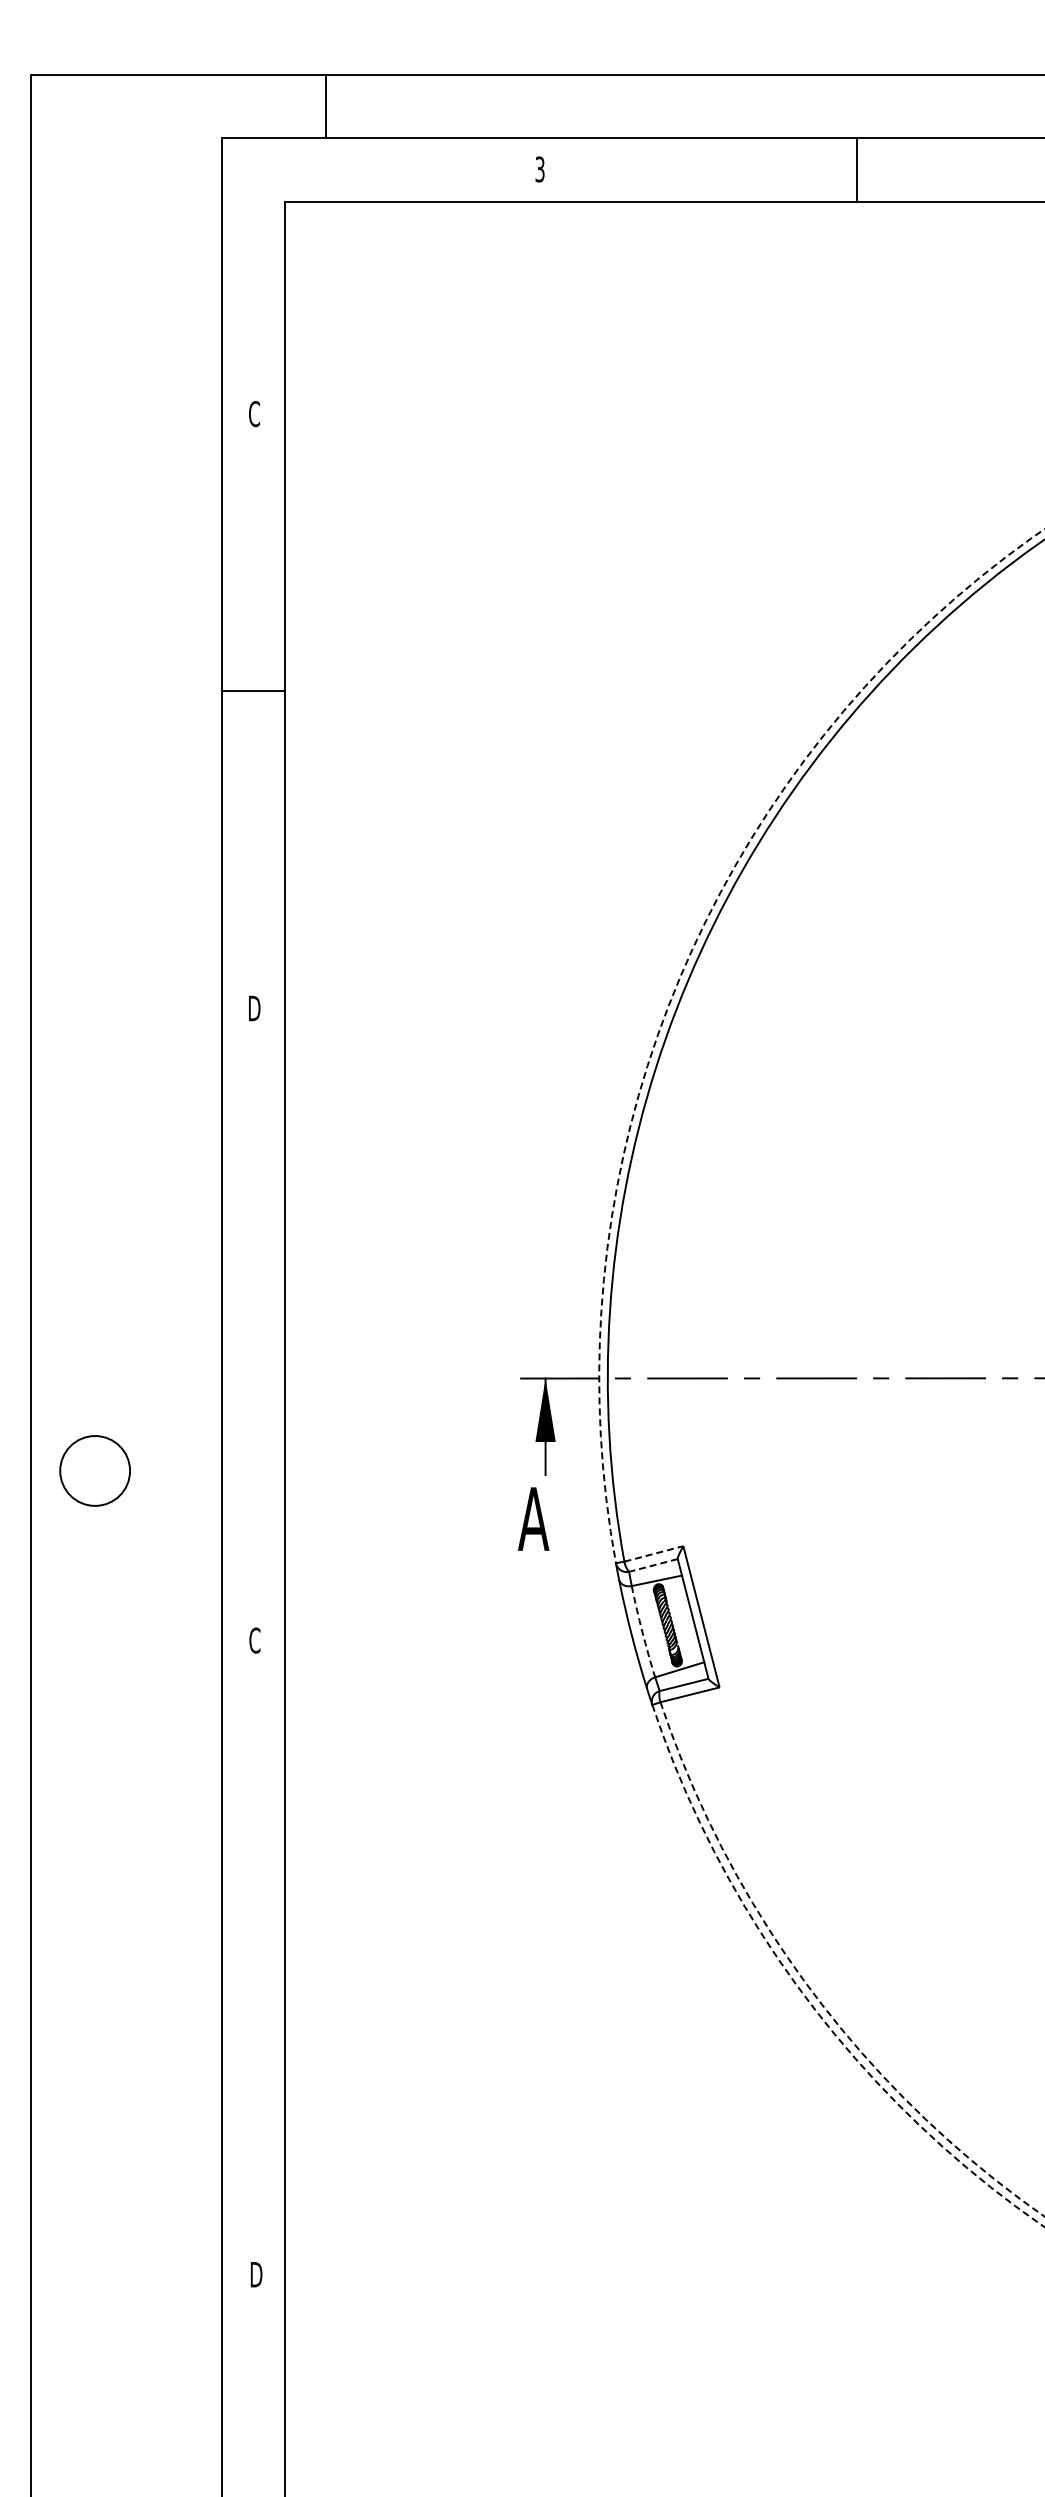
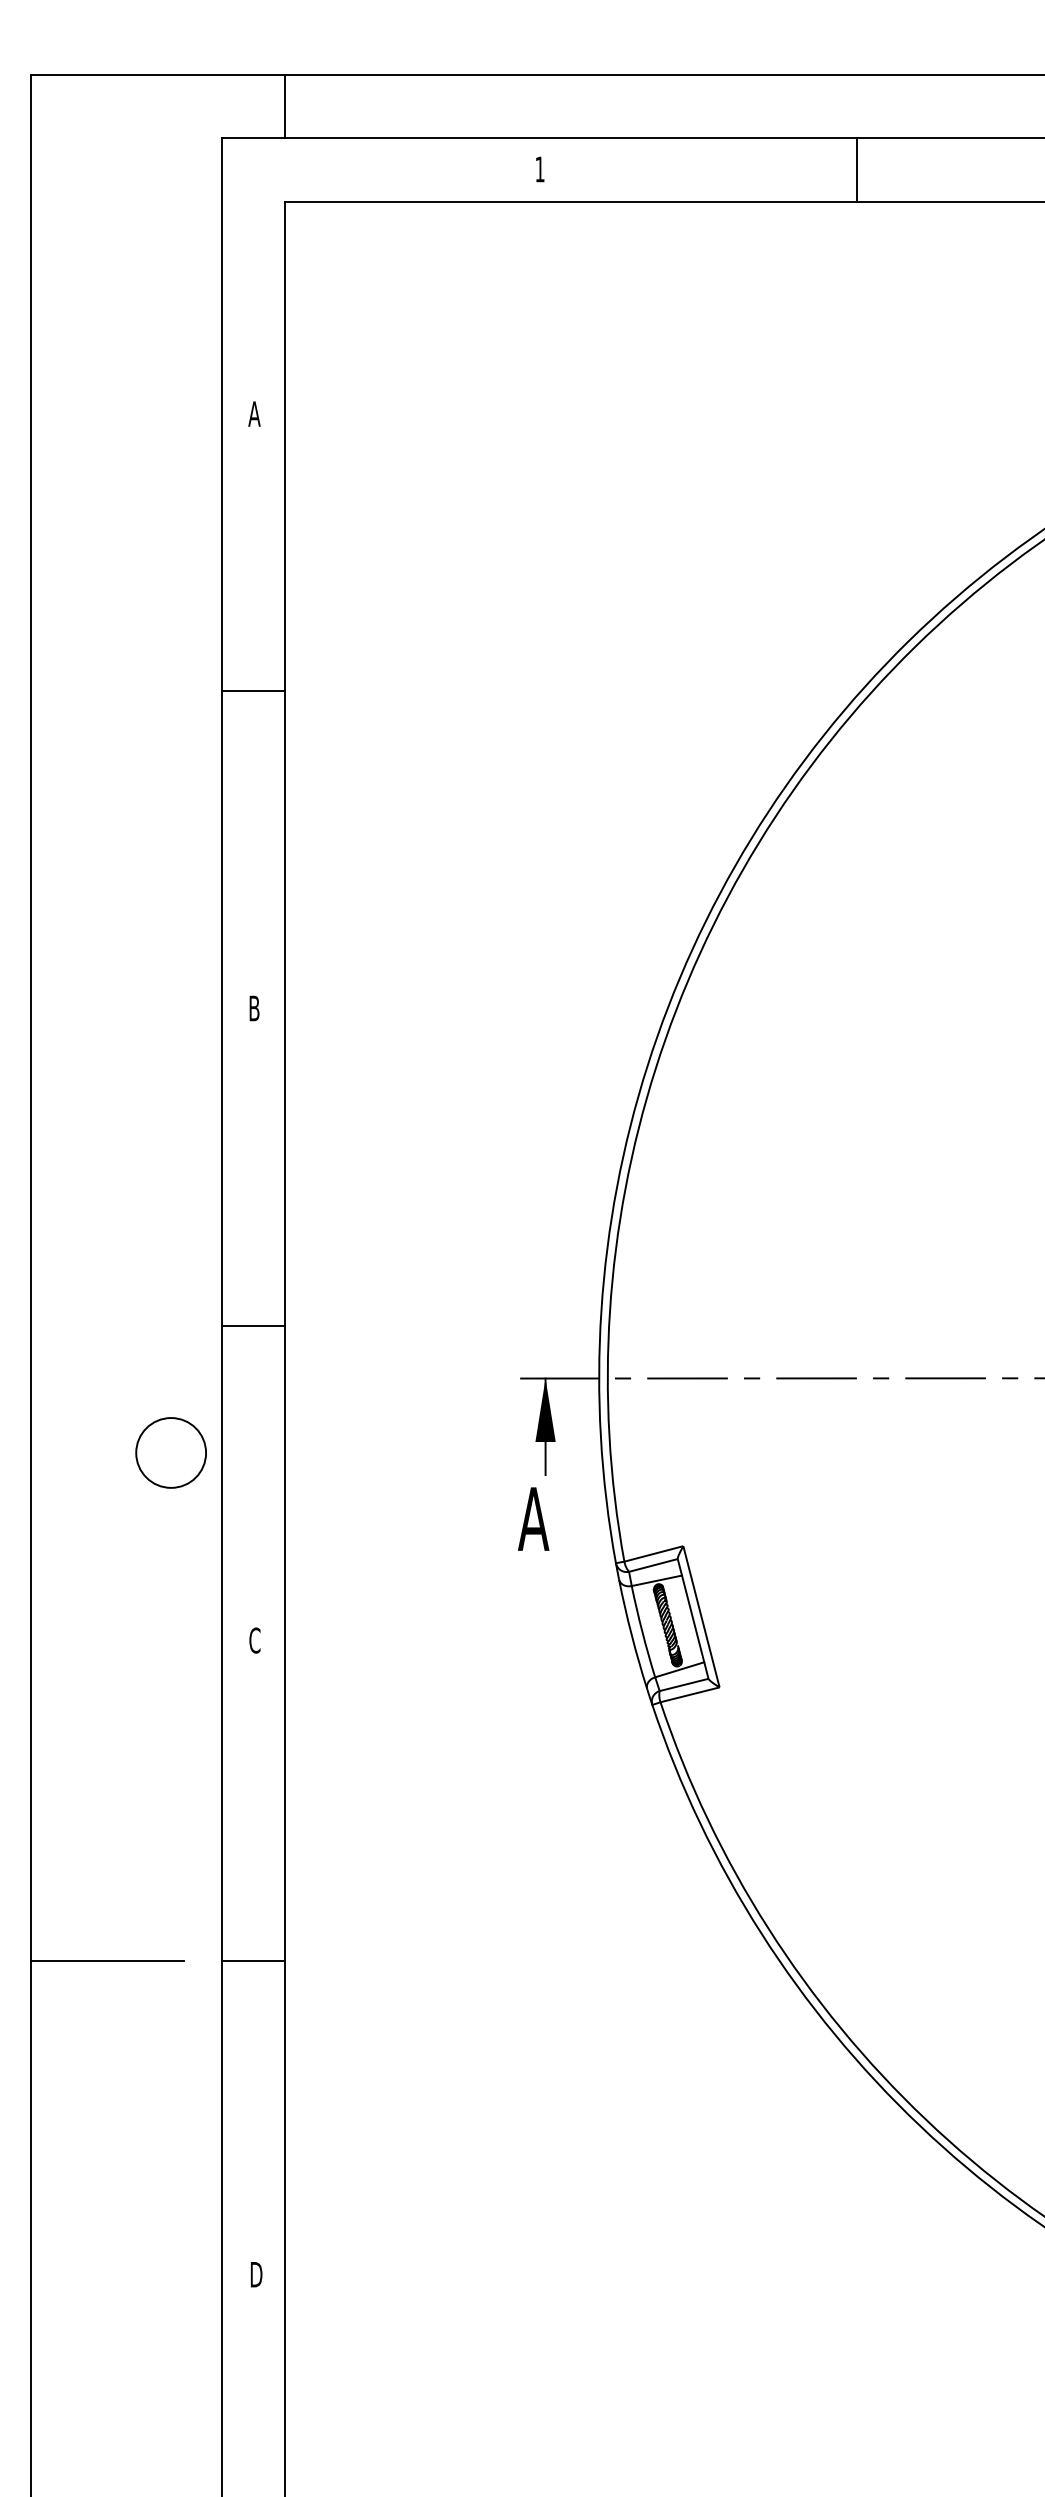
line at (326, 106) position: (326, 106) -> (285, 106)
text at (539, 169): 3 -> 1
text at (254, 414): C -> A
arc at (677, 984): dashed -> solid
text at (254, 1008): D -> B
line at (253, 1325): none -> present
circle at (94, 1470) position: (94, 1470) -> (170, 1452)
line at (653, 1553): dashed -> solid
line at (652, 1565): dashed -> solid
arc at (642, 1631): dashed -> solid
line at (107, 1961): none -> present
line at (253, 1961): none -> present
arc at (809, 1988): dashed -> solid
arc at (807, 1999): dashed -> solid
